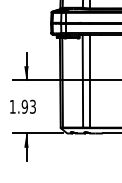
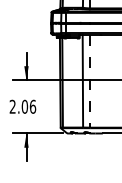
line at (90, 81): solid -> dashed
text at (22, 106): 1.93 -> 2.06
